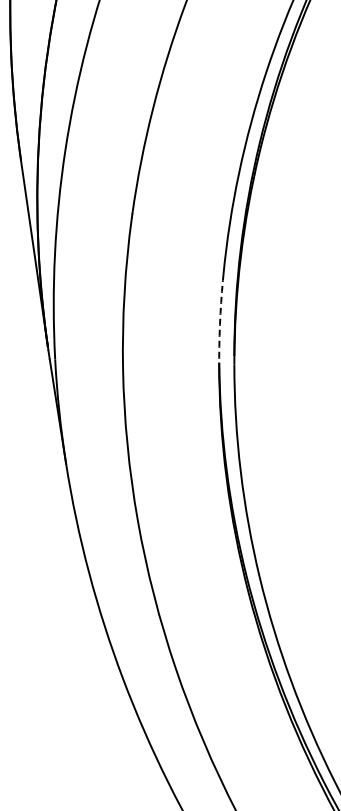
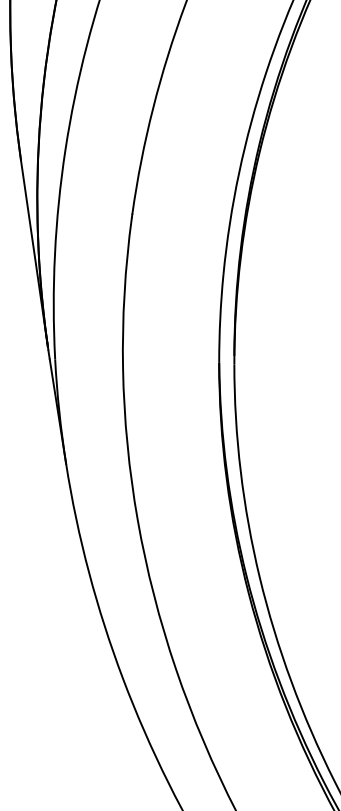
arc at (220, 318): dashed -> solid
